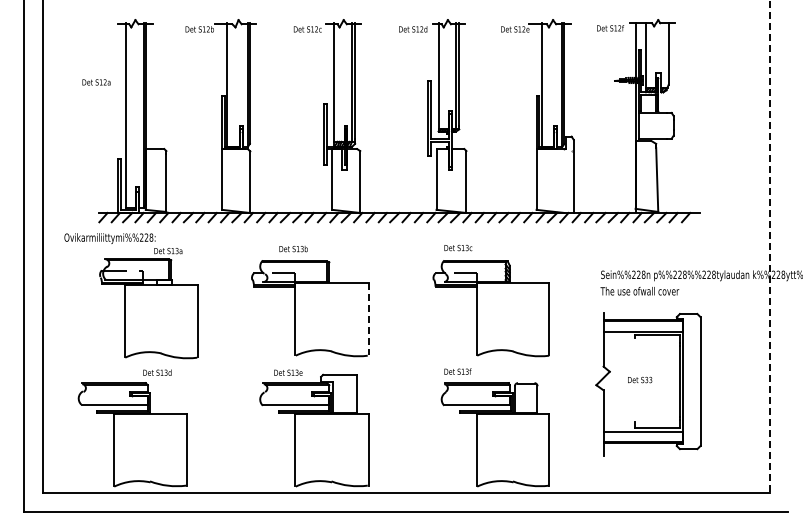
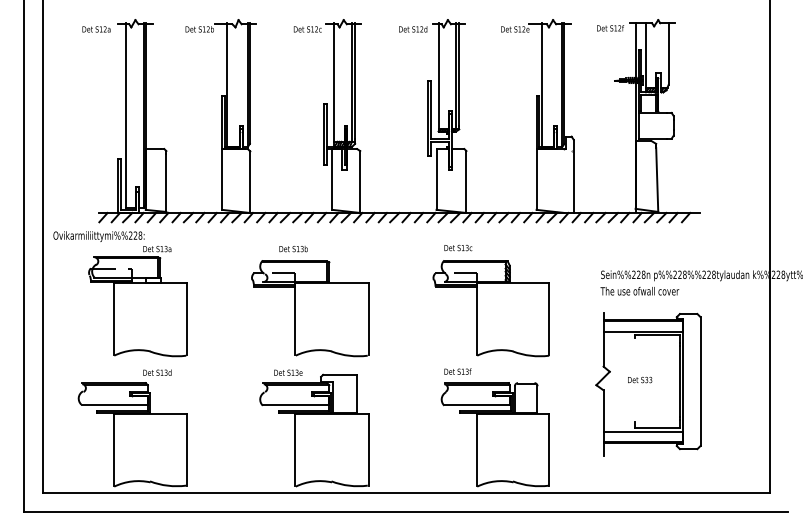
text at (96, 82) position: (96, 82) -> (96, 29)
line at (769, 247): dashed -> solid
part at (131, 296) position: (131, 296) -> (120, 294)
line at (368, 319): dashed -> solid
